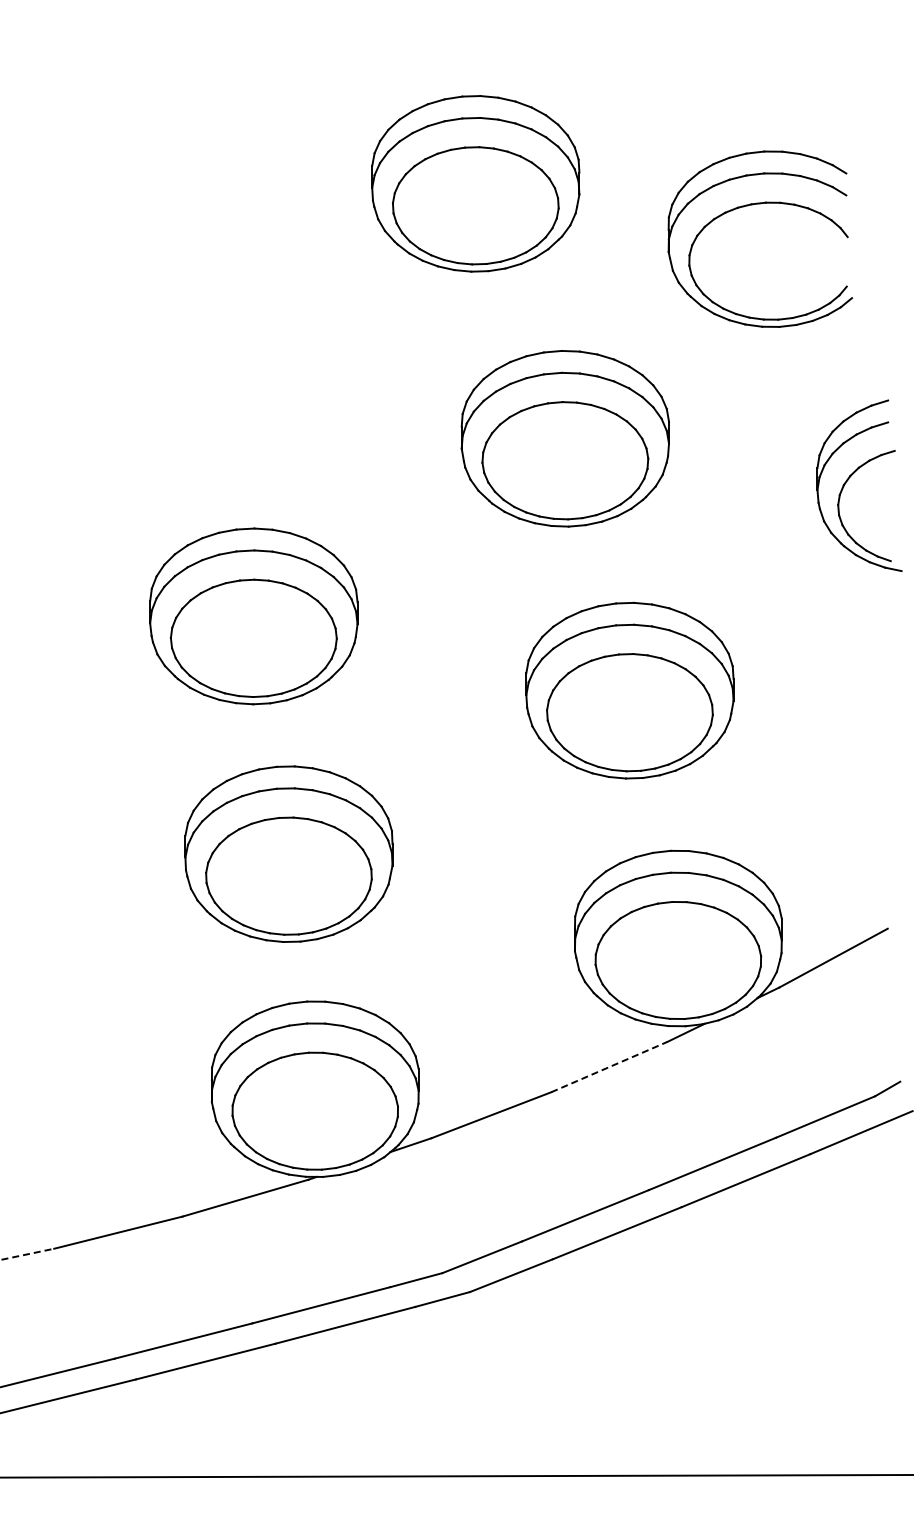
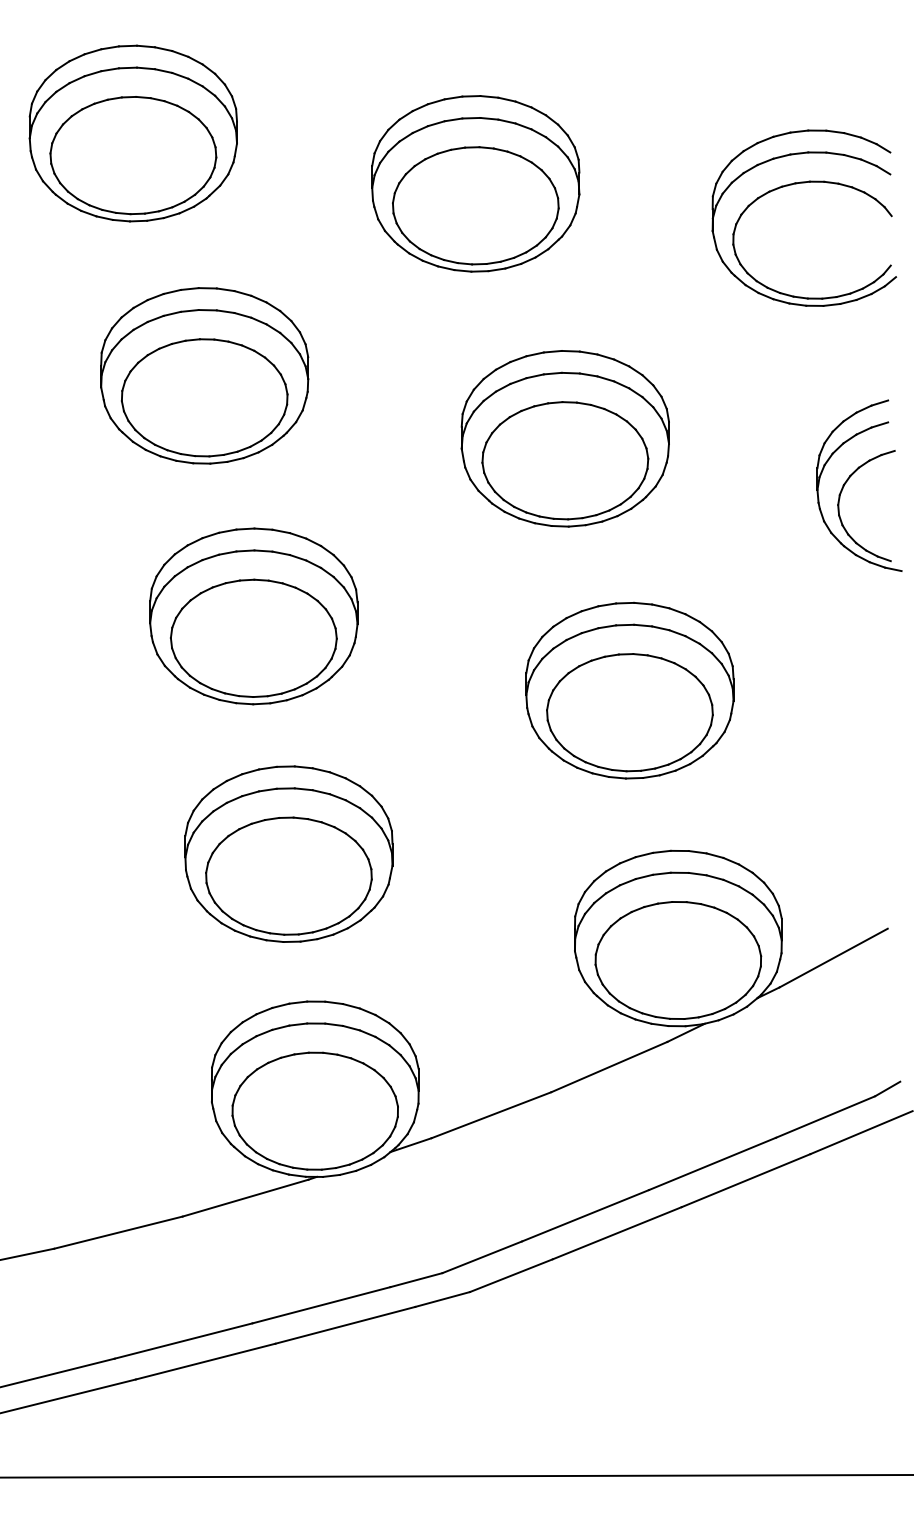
part at (132, 133): none -> present
part at (752, 205) position: (752, 205) -> (796, 184)
part at (204, 375): none -> present
line at (609, 1066): dashed -> solid
line at (27, 1254): dashed -> solid
